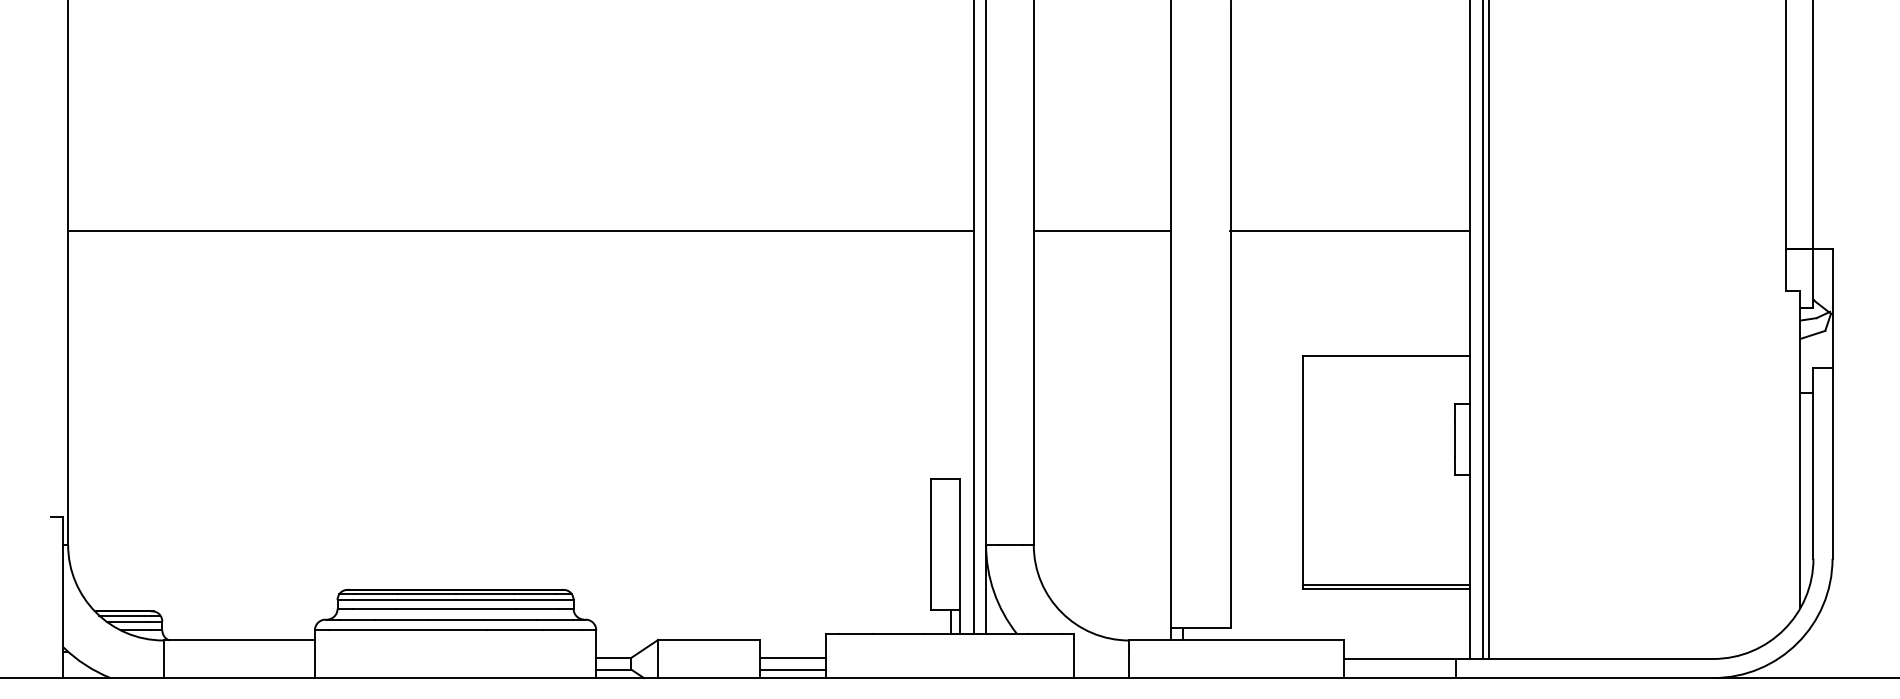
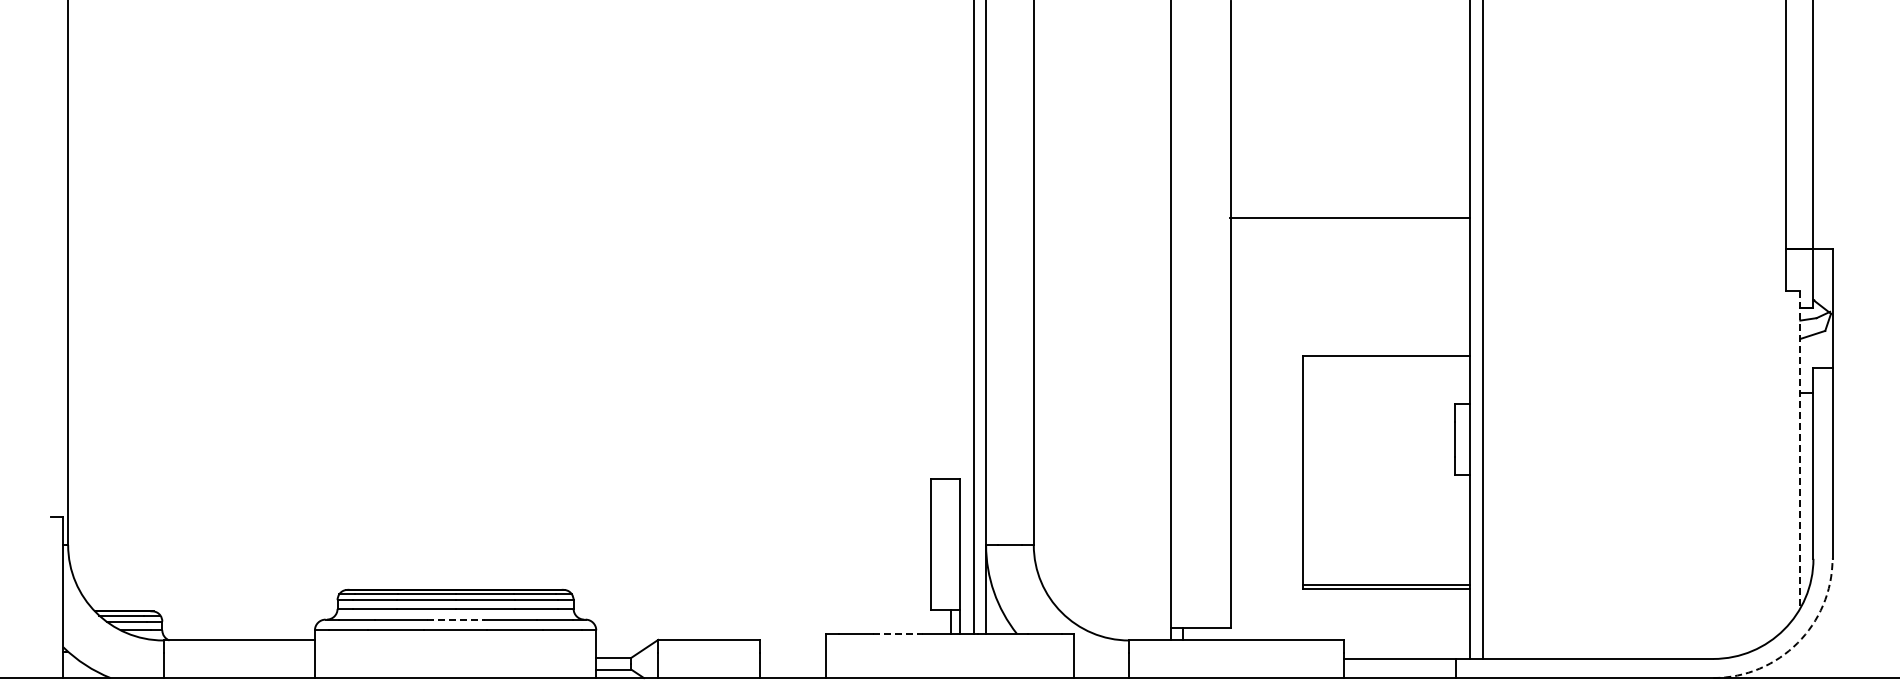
line at (521, 230): present -> none
line at (1101, 230): present -> none
line at (1350, 230) position: (1350, 230) -> (1350, 217)
line at (1489, 330): present -> none
line at (1800, 449): solid -> dashed
line at (455, 619): solid -> dashed
line at (897, 633): solid -> dashed
arc at (1797, 643): solid -> dashed
line at (792, 657): present -> none
line at (792, 669): present -> none
